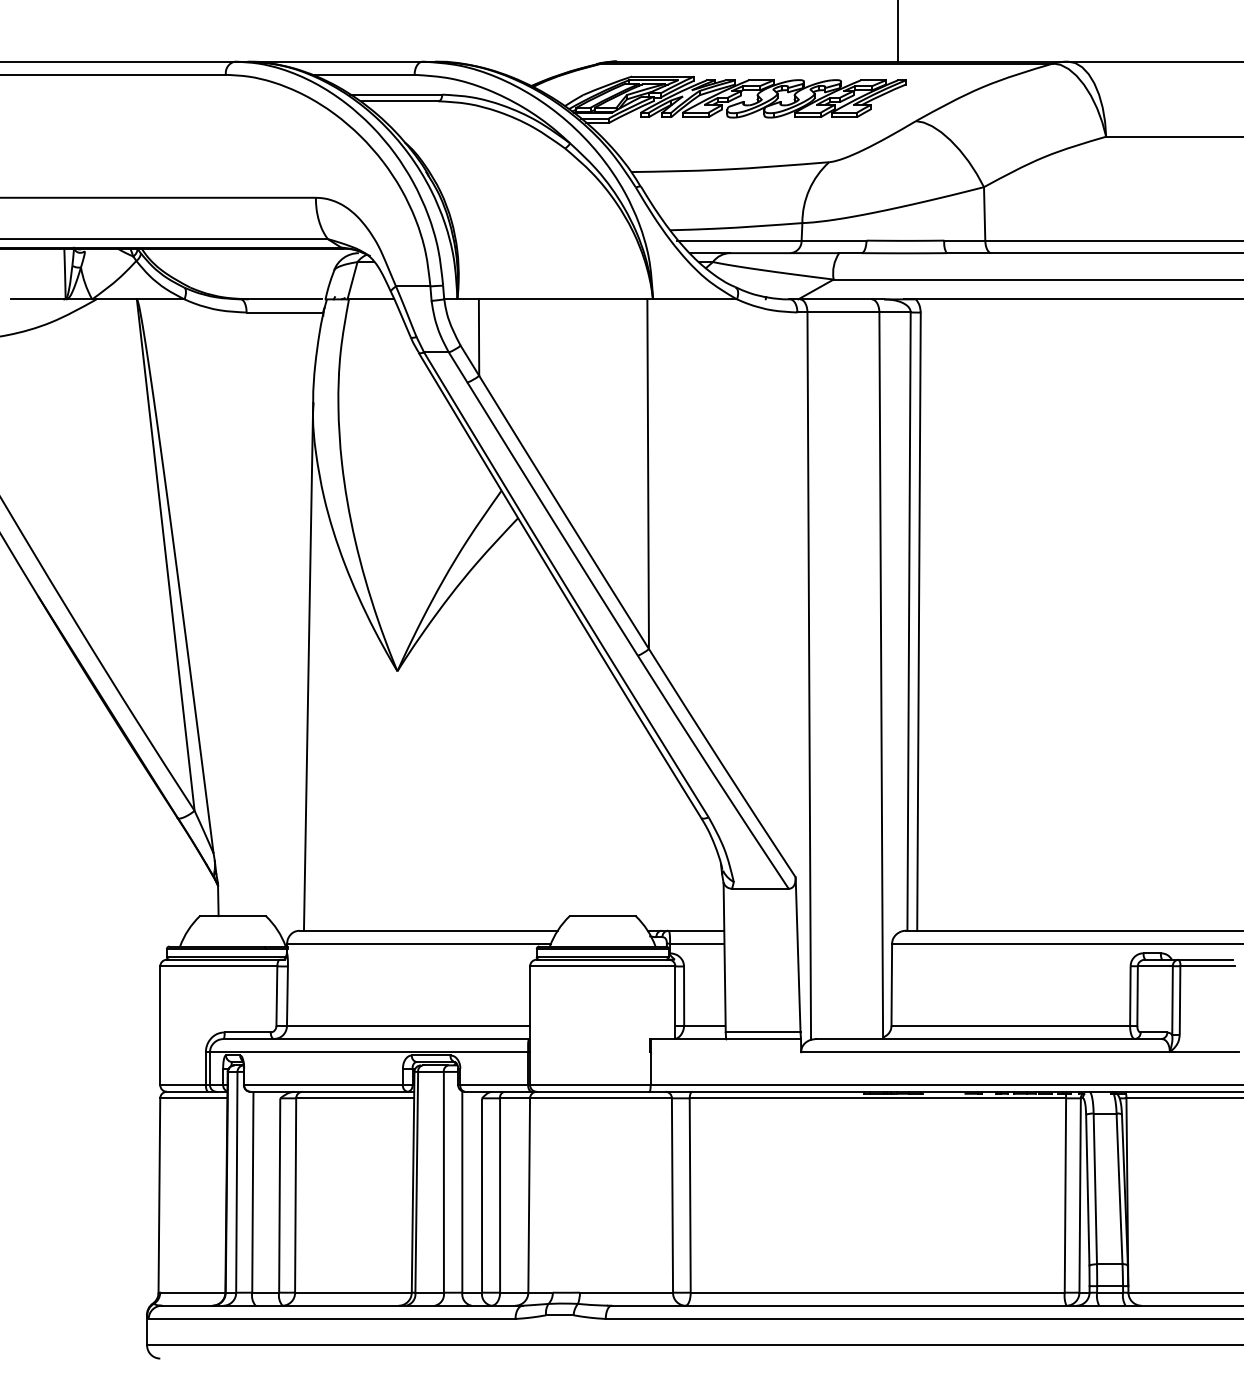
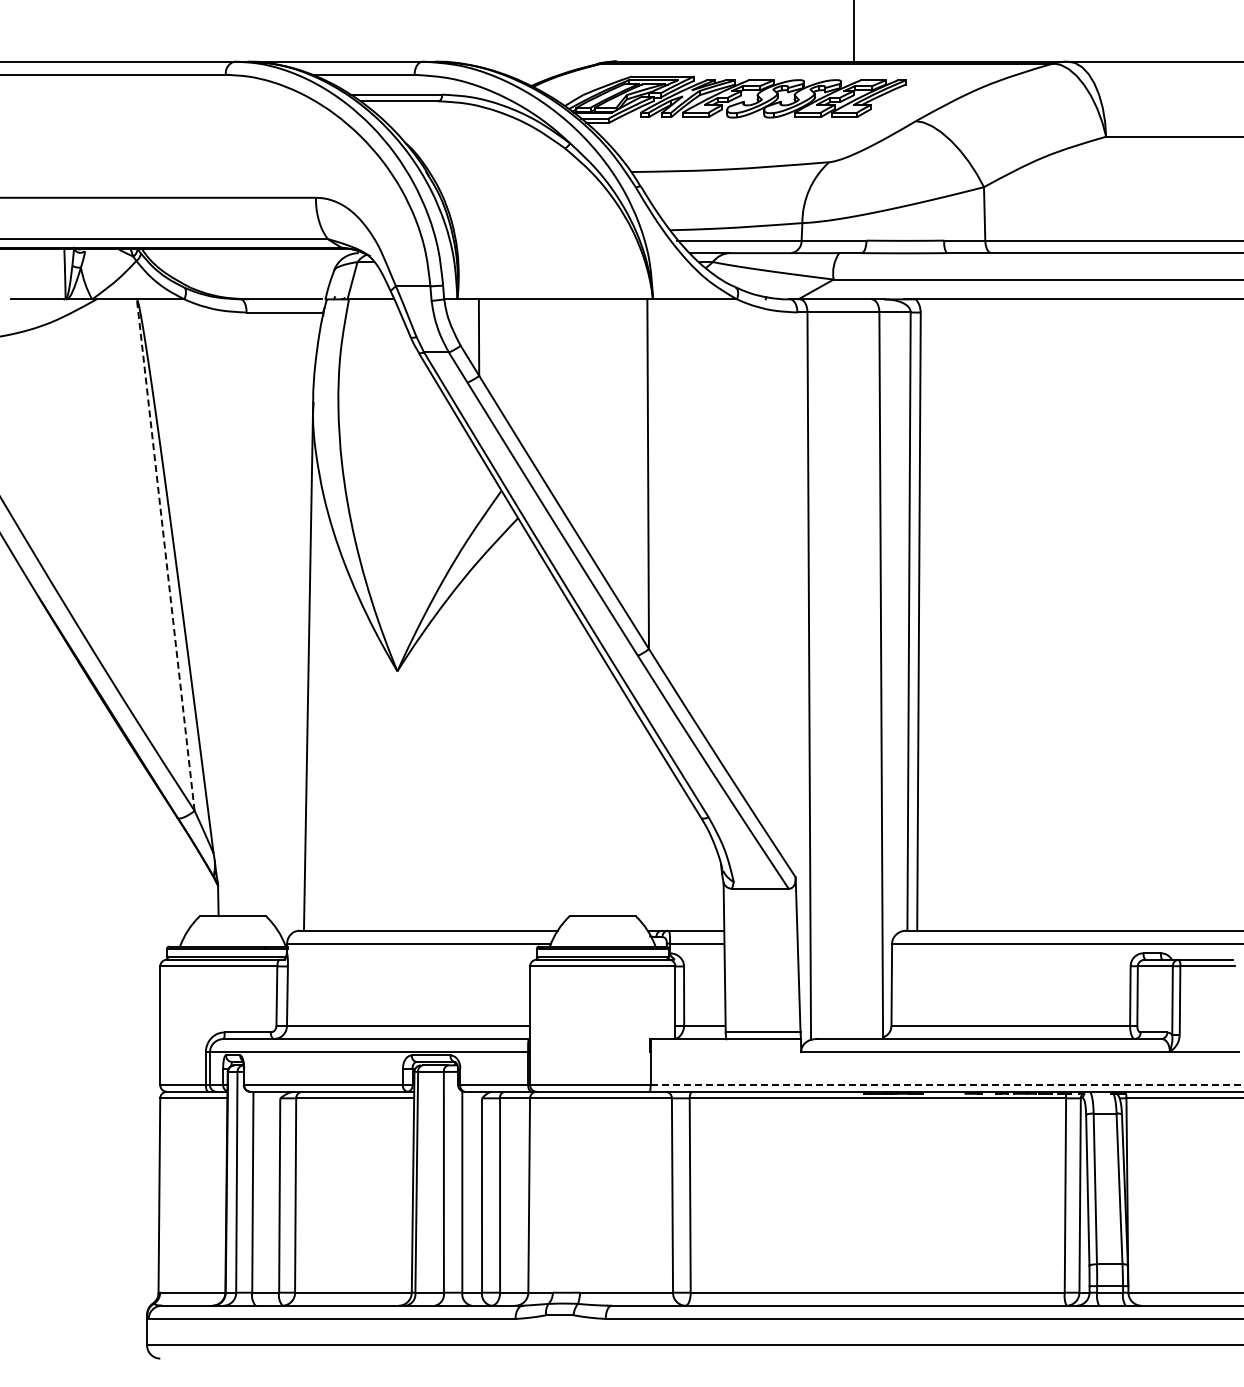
line at (897, 31) position: (897, 31) -> (853, 31)
line at (165, 554): solid -> dashed
line at (947, 1085): solid -> dashed
